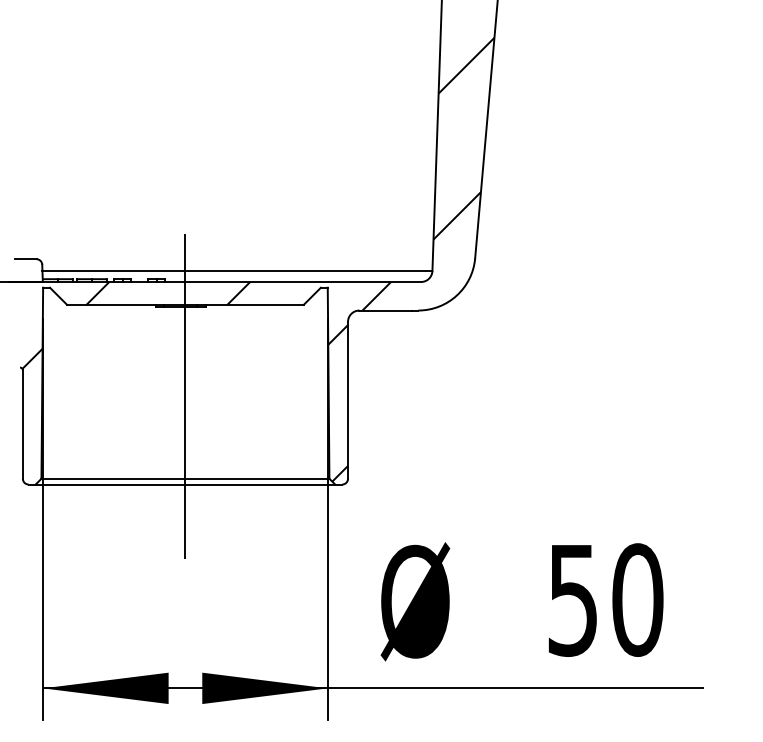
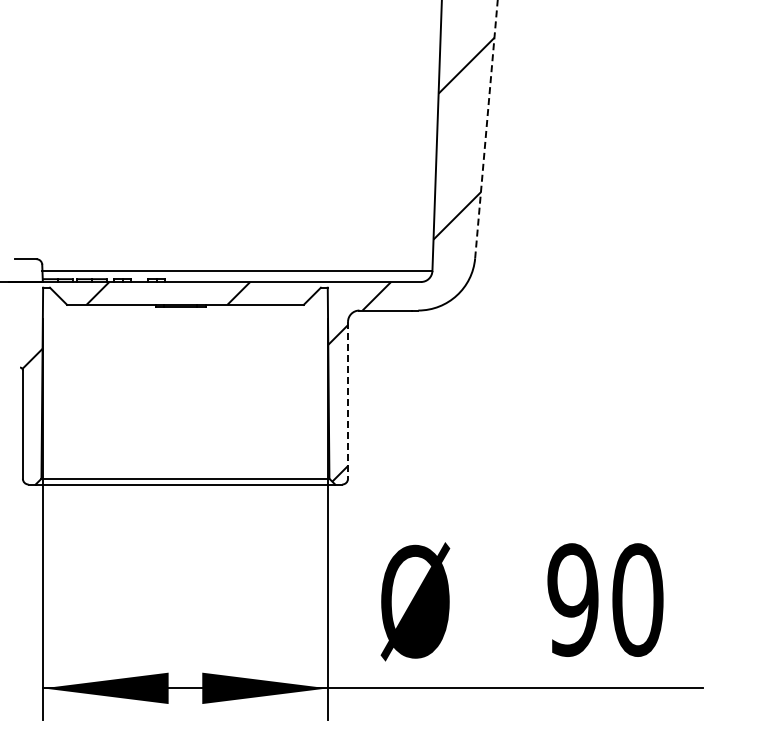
line at (486, 129): solid -> dashed
line at (185, 396): present -> none
line at (348, 400): solid -> dashed
text at (572, 599): 50 -> 90
